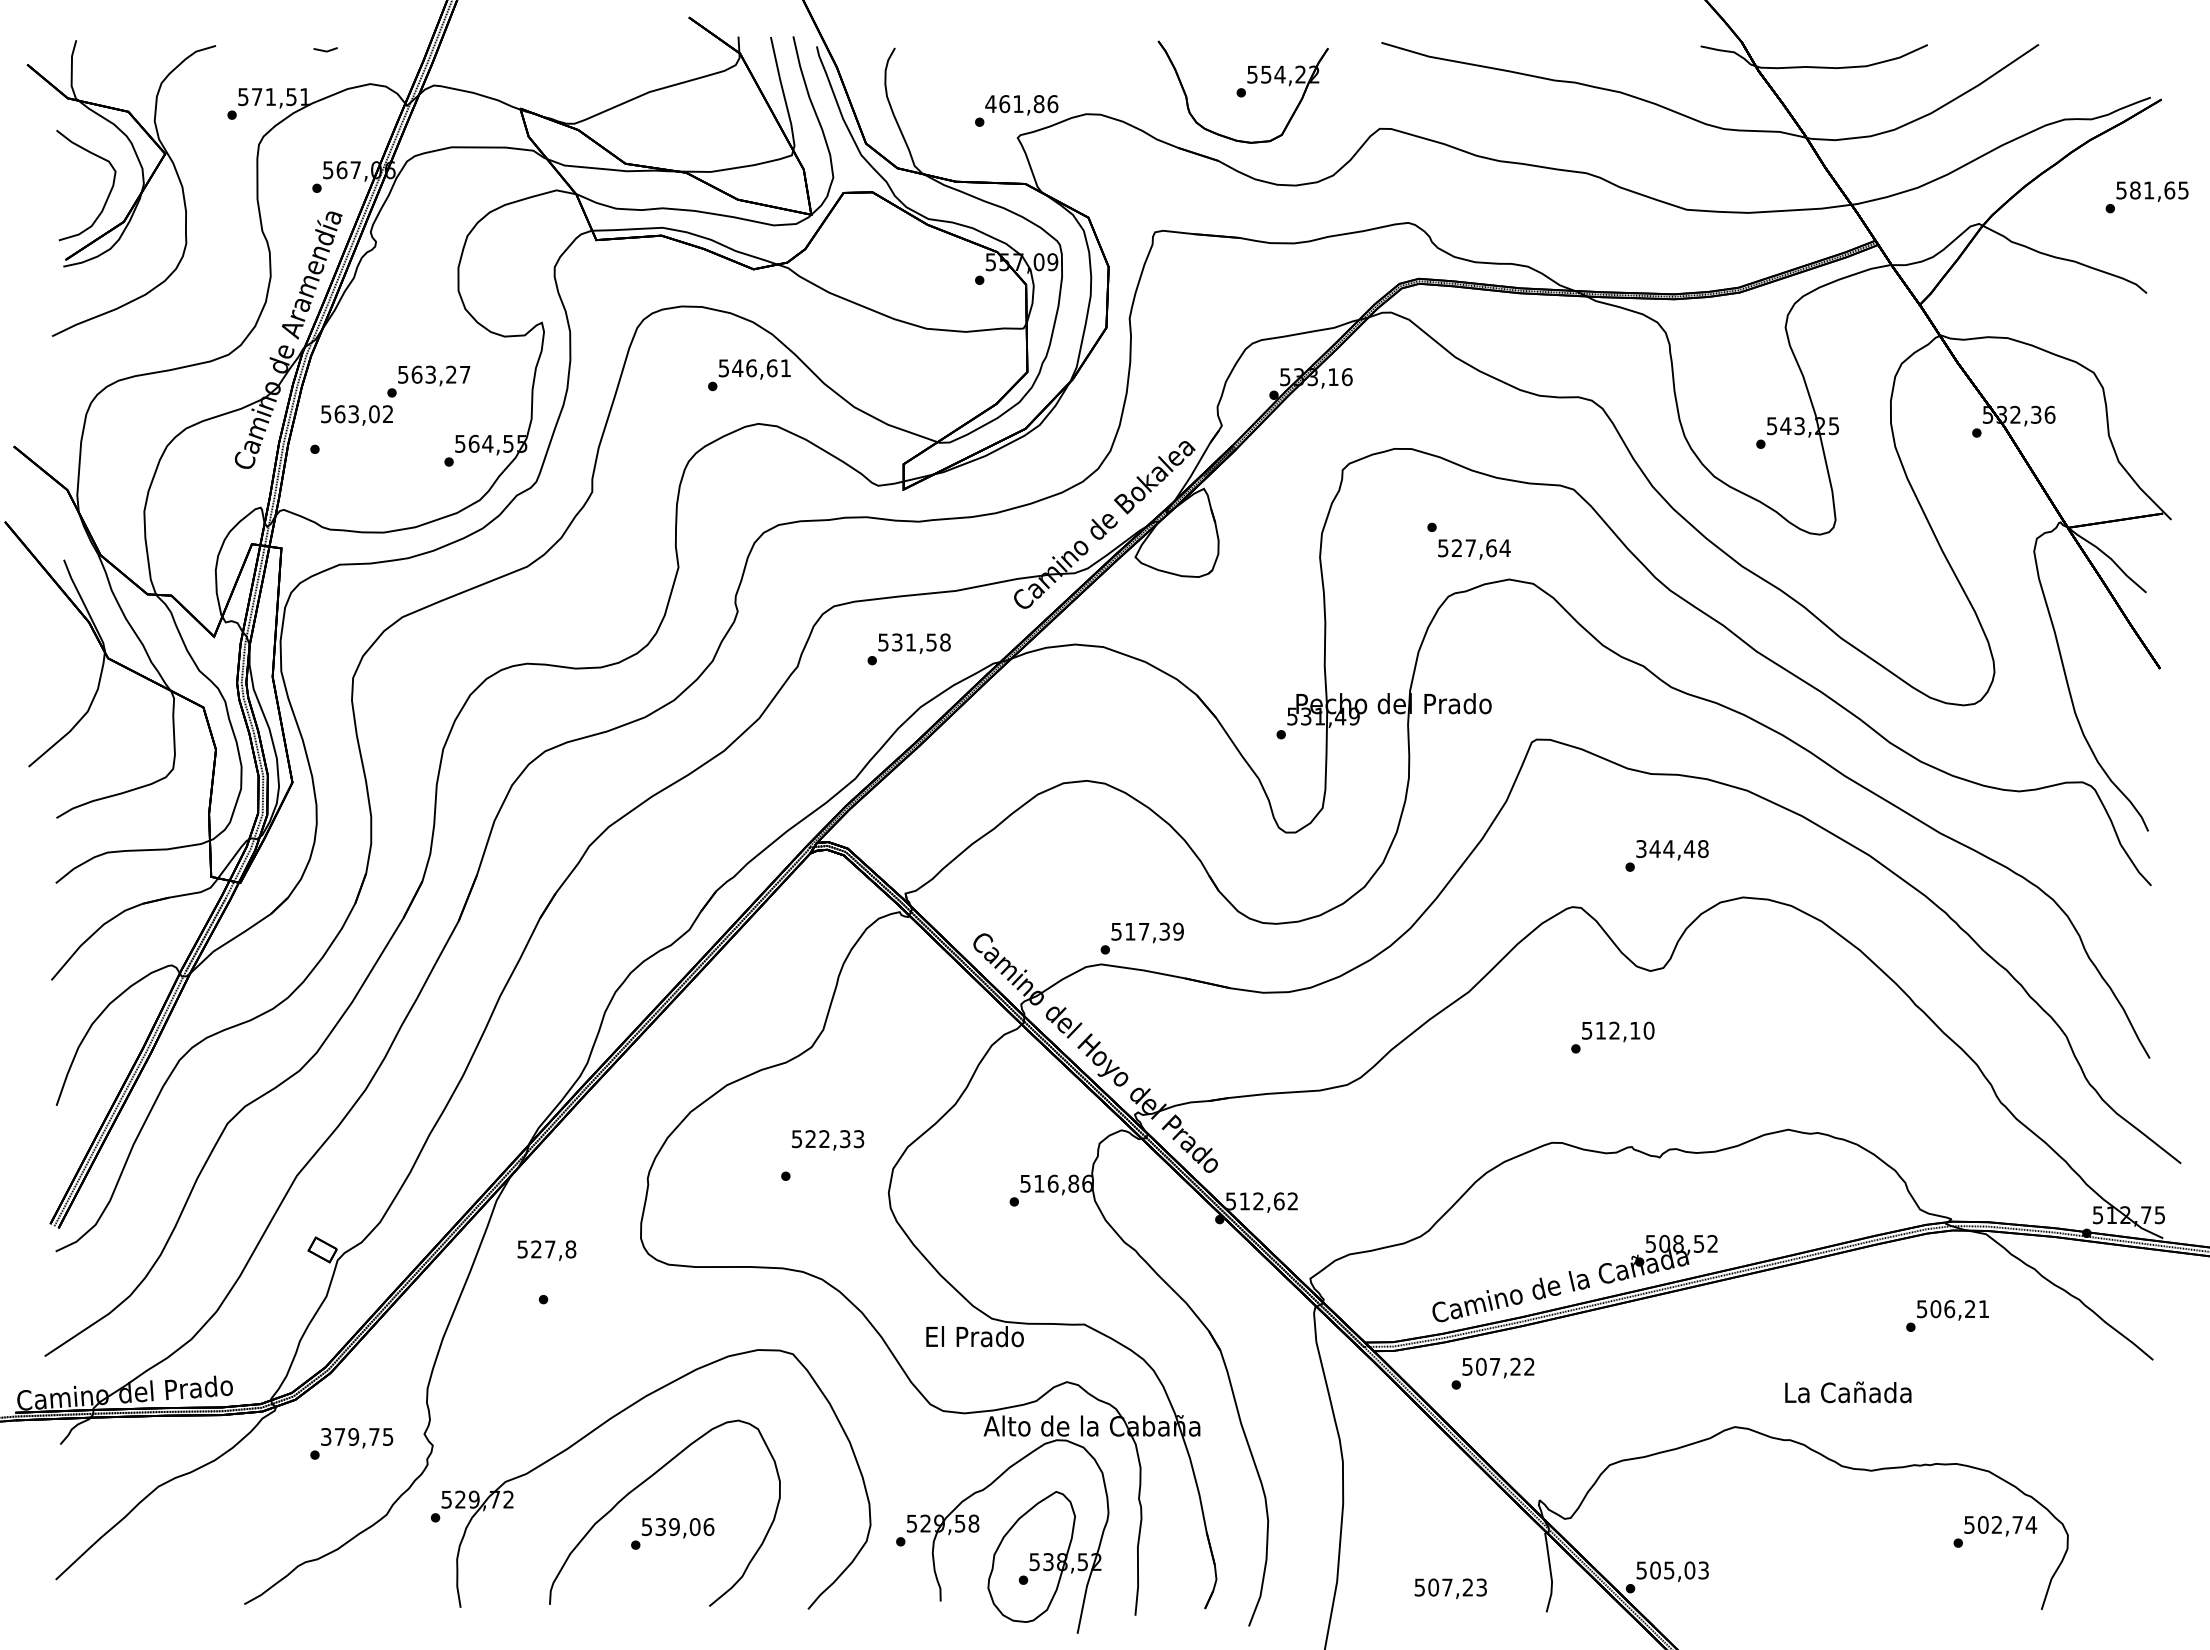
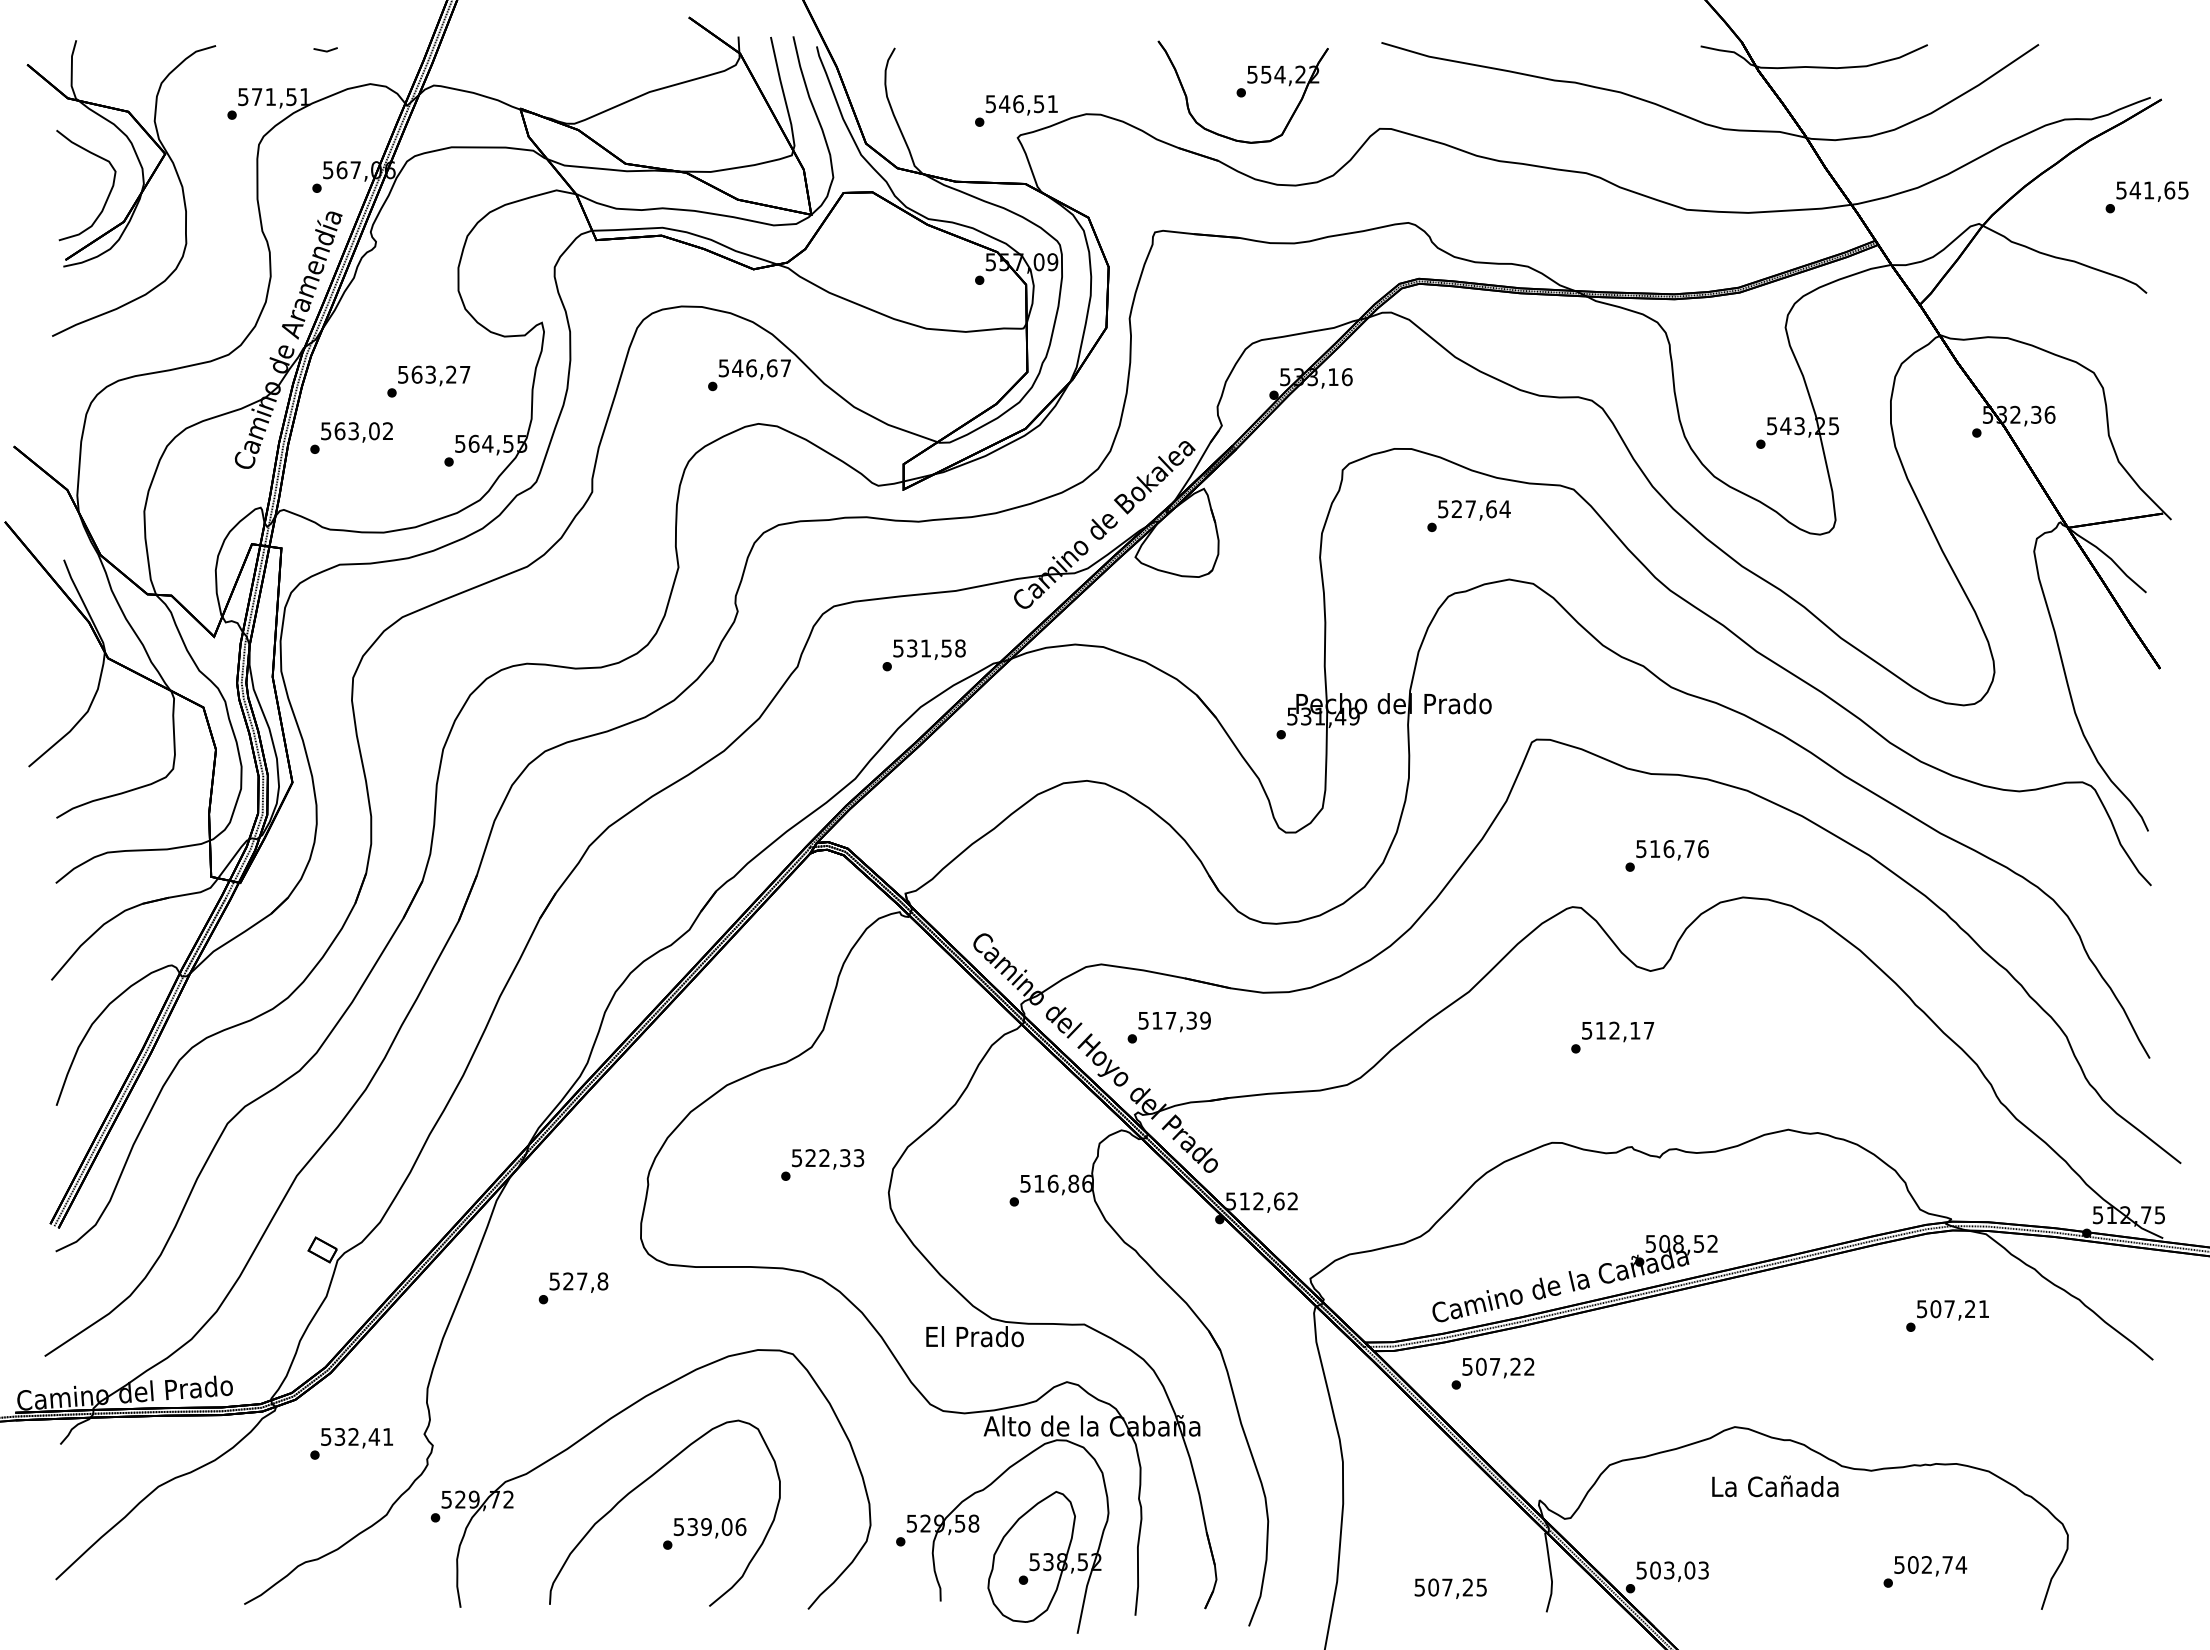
text at (1021, 104): 461,86 -> 546,51
text at (2134, 190): 581,65 -> 541,65
text at (785, 367): 546,61 -> 546,67
text at (356, 415) position: (356, 415) -> (356, 432)
text at (1474, 549) position: (1474, 549) -> (1474, 510)
text at (908, 649) position: (908, 649) -> (923, 655)
text at (1672, 849): 344,48 -> 516,76
text at (1141, 938) position: (1141, 938) -> (1168, 1027)
text at (1648, 1030): 512,10 -> 512,17
text at (828, 1140) position: (828, 1140) -> (828, 1159)
text at (546, 1250) position: (546, 1250) -> (578, 1282)
text at (1949, 1309): 506,21 -> 507,21
text at (1848, 1392) position: (1848, 1392) -> (1775, 1486)
text at (357, 1436): 379,75 -> 532,41
text at (1995, 1531) position: (1995, 1531) -> (1925, 1571)
text at (672, 1533) position: (672, 1533) -> (704, 1533)
text at (1669, 1569): 505,03 -> 503,03
text at (1481, 1586): 507,23 -> 507,25
